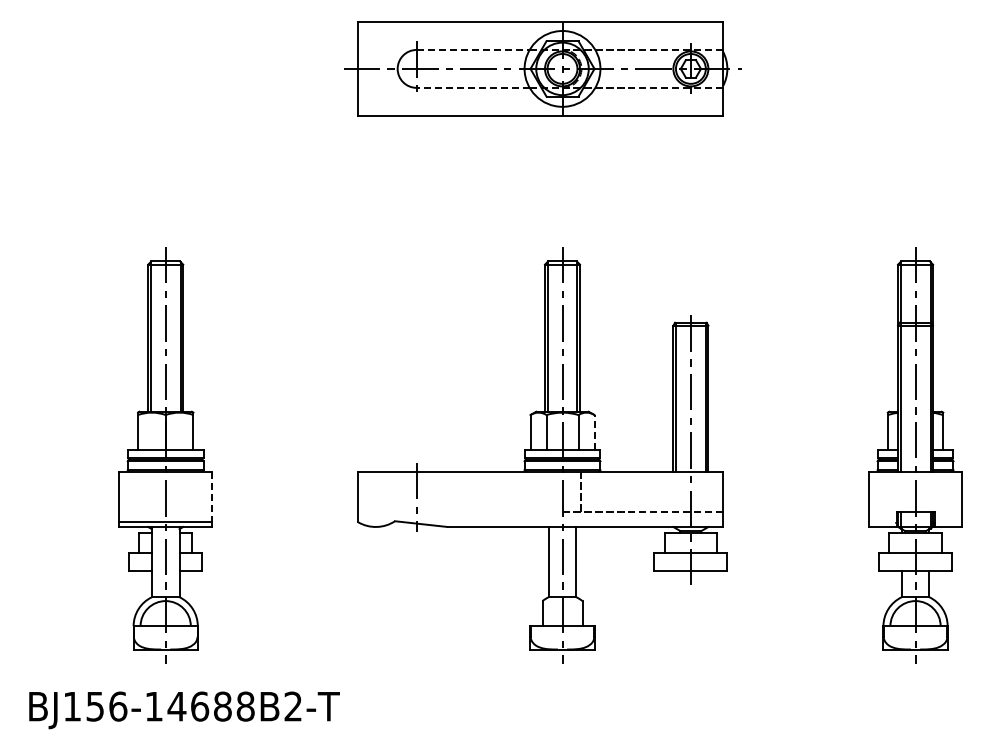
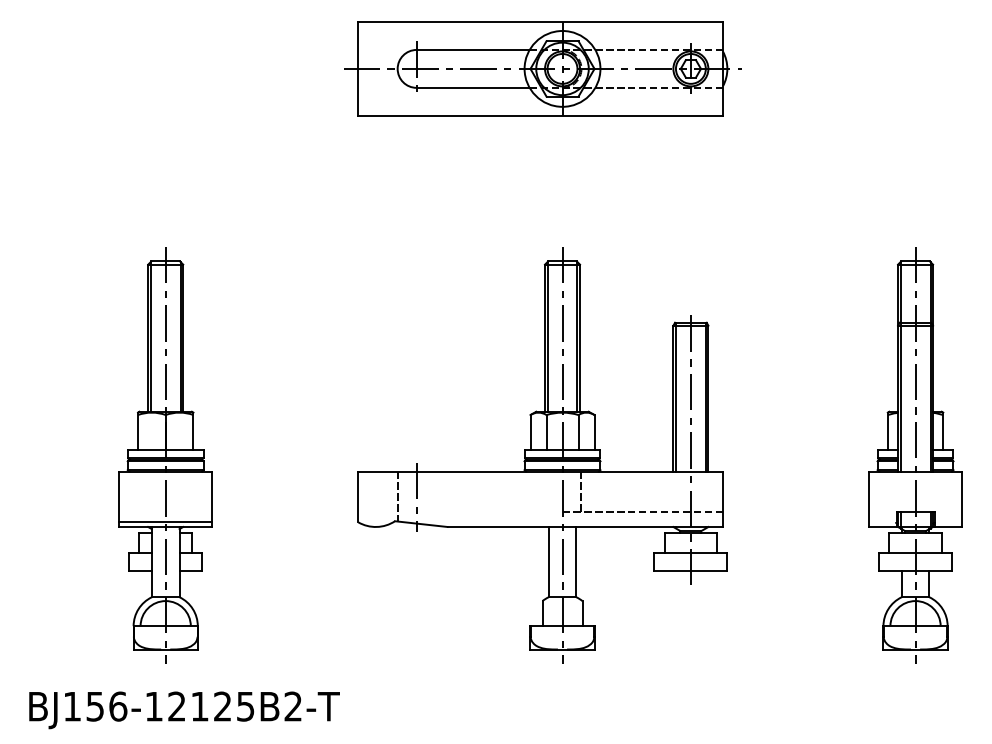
line at (473, 49): dashed -> solid
line at (473, 87): dashed -> solid
line at (594, 431): dashed -> solid
line at (397, 496): none -> present
line at (212, 497): dashed -> solid
text at (210, 706): BJ156-14688B2-T -> BJ156-12125B2-T
